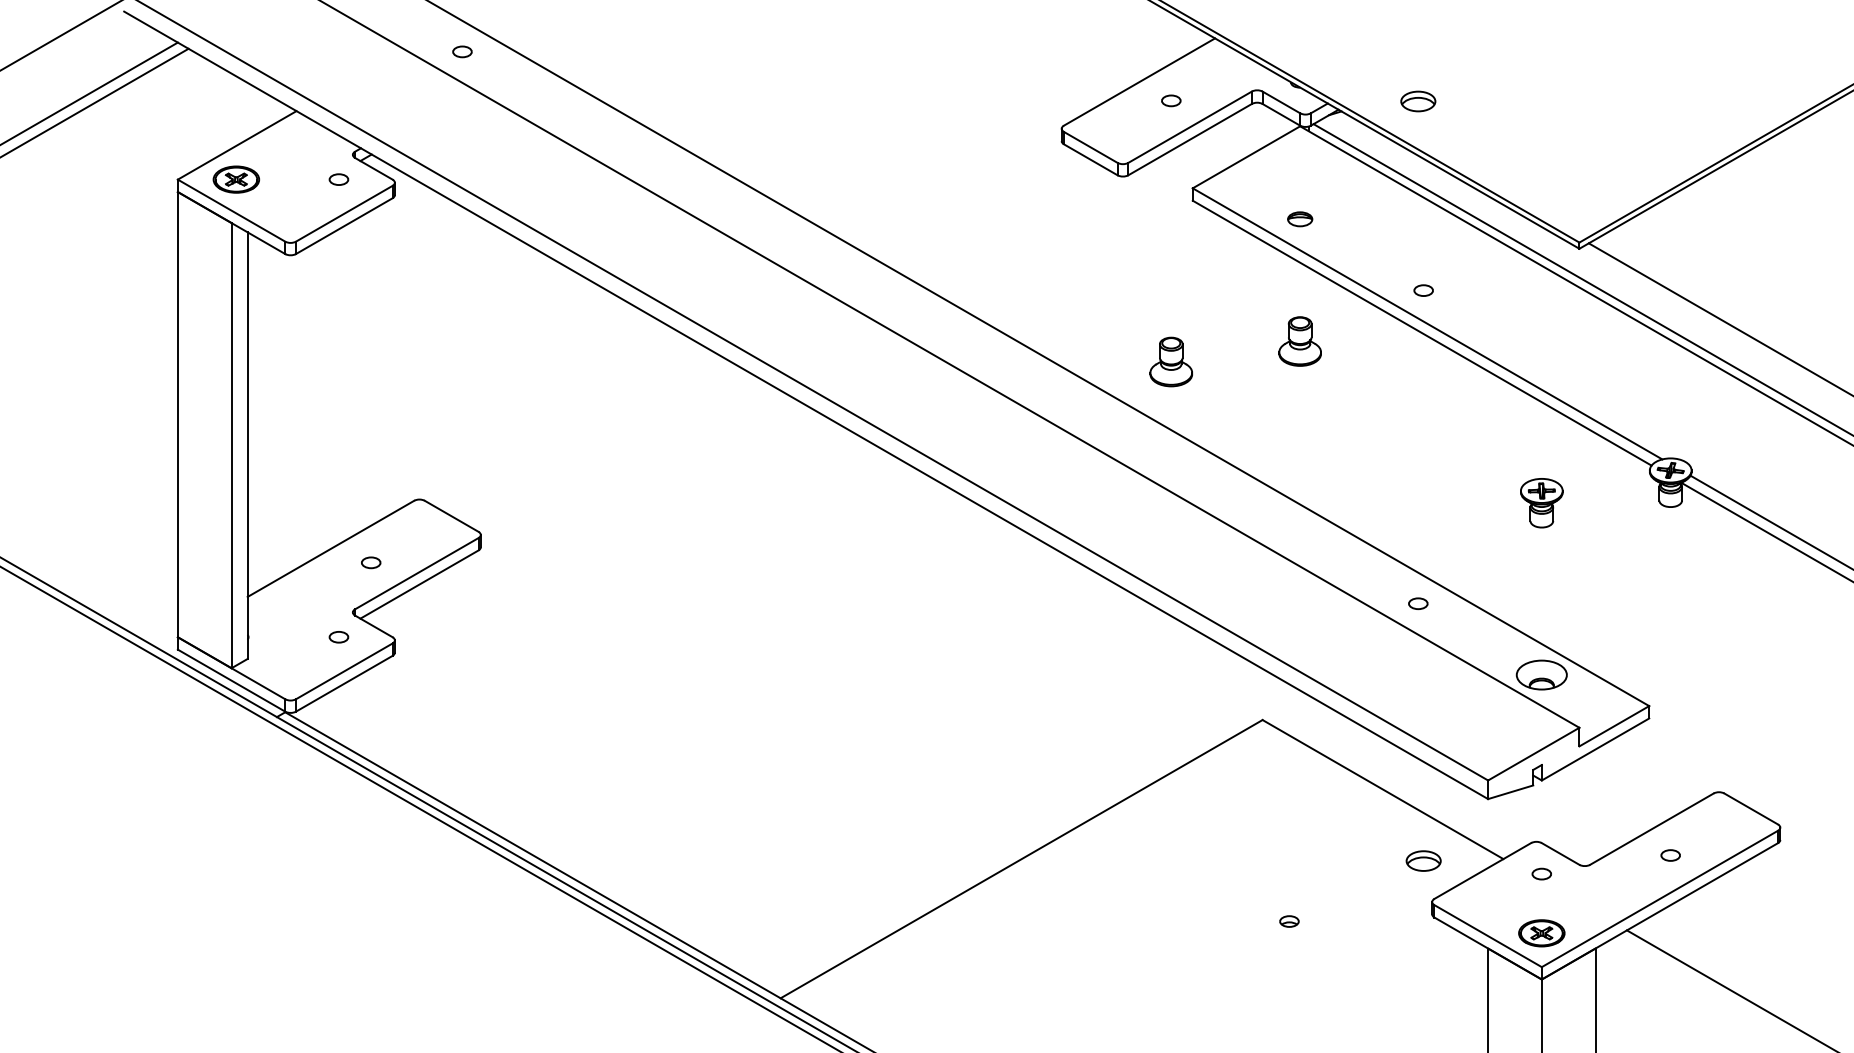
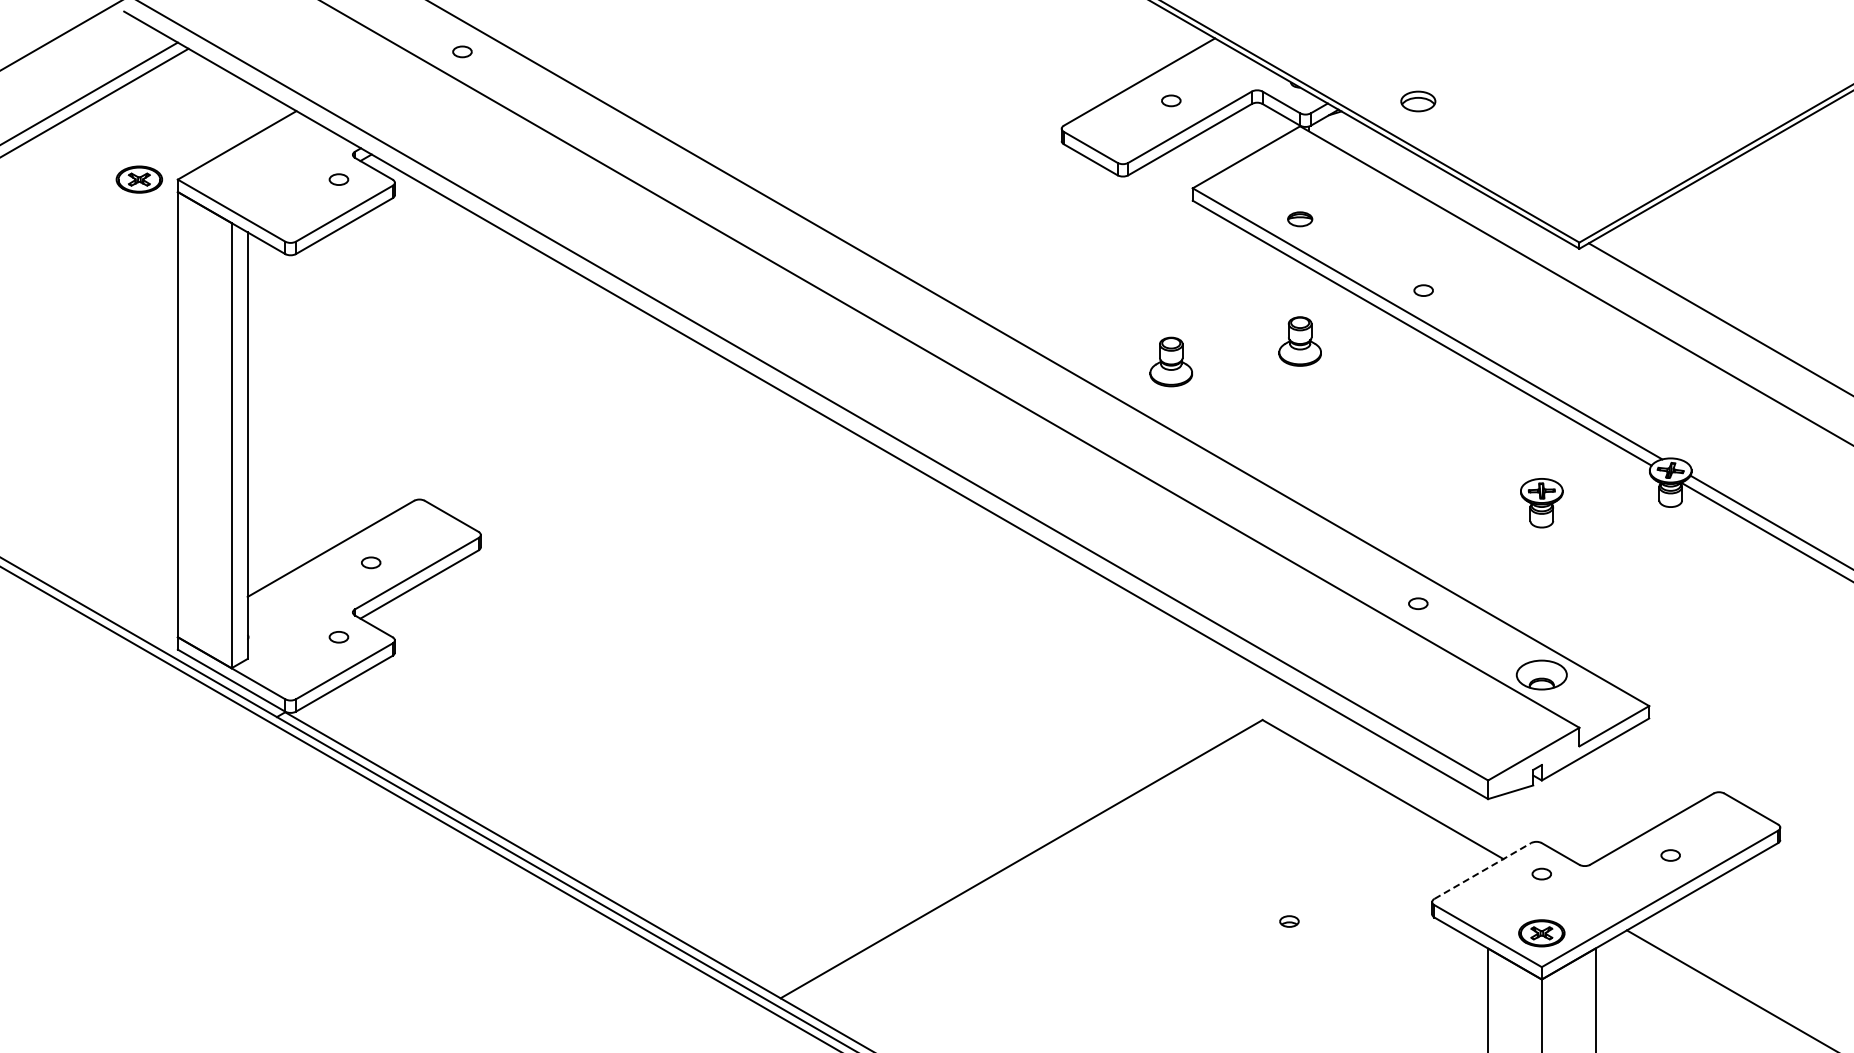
part at (236, 179) position: (236, 179) -> (139, 179)
line at (1581, 279): present -> none
part at (1423, 860): present -> none
line at (1482, 871): solid -> dashed
